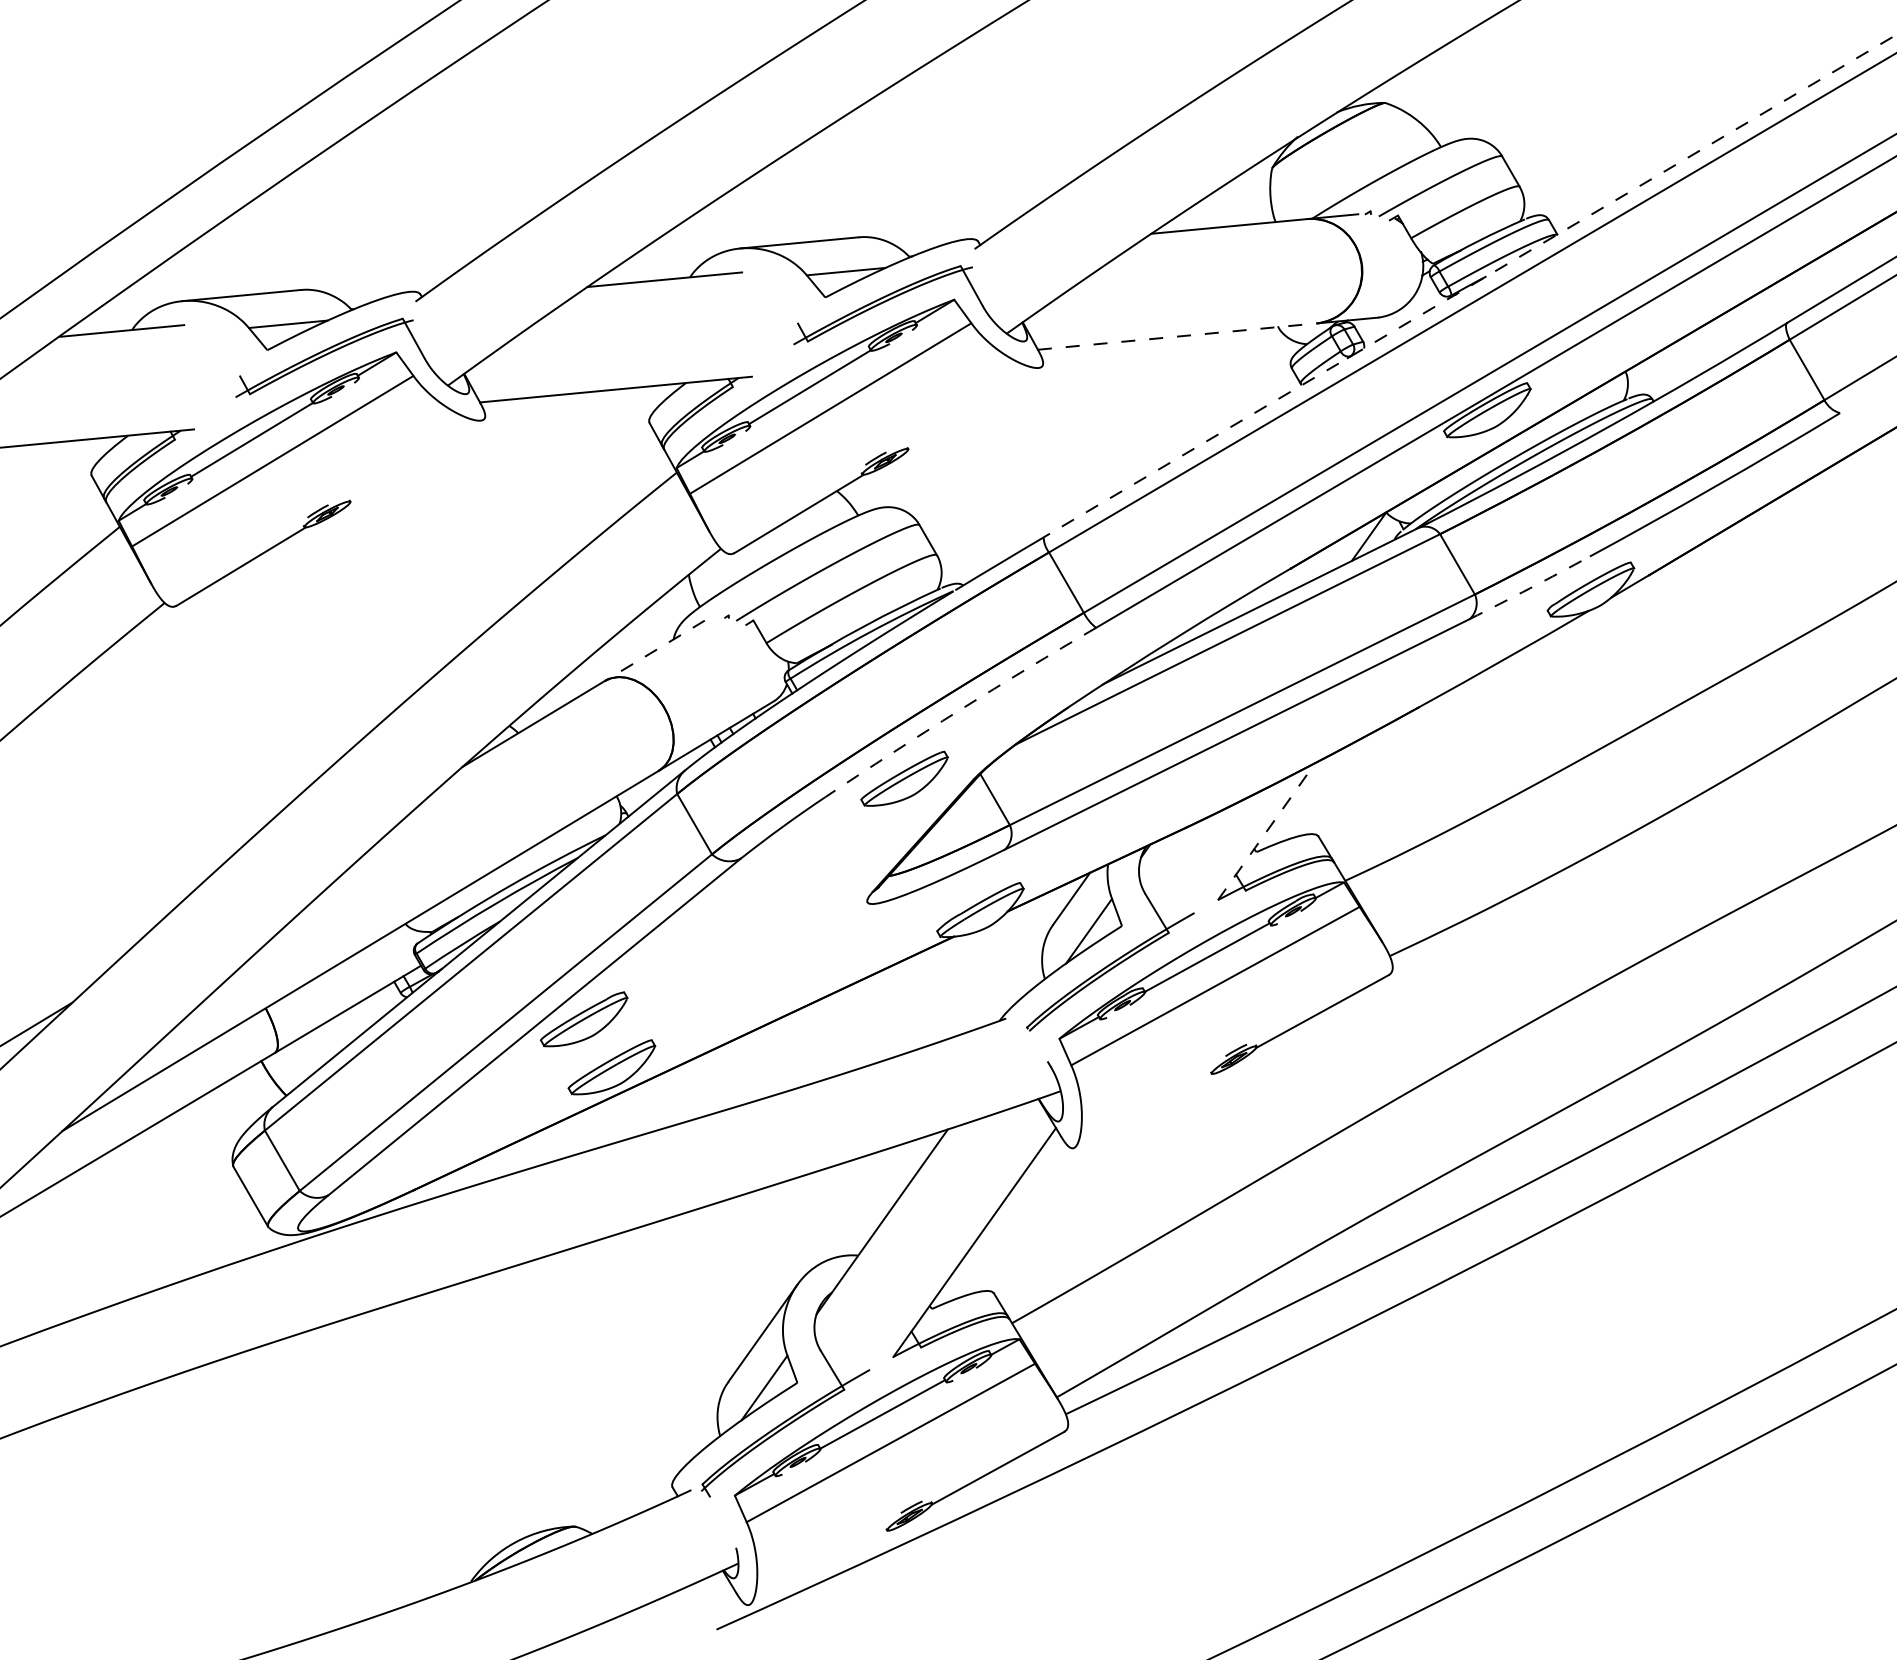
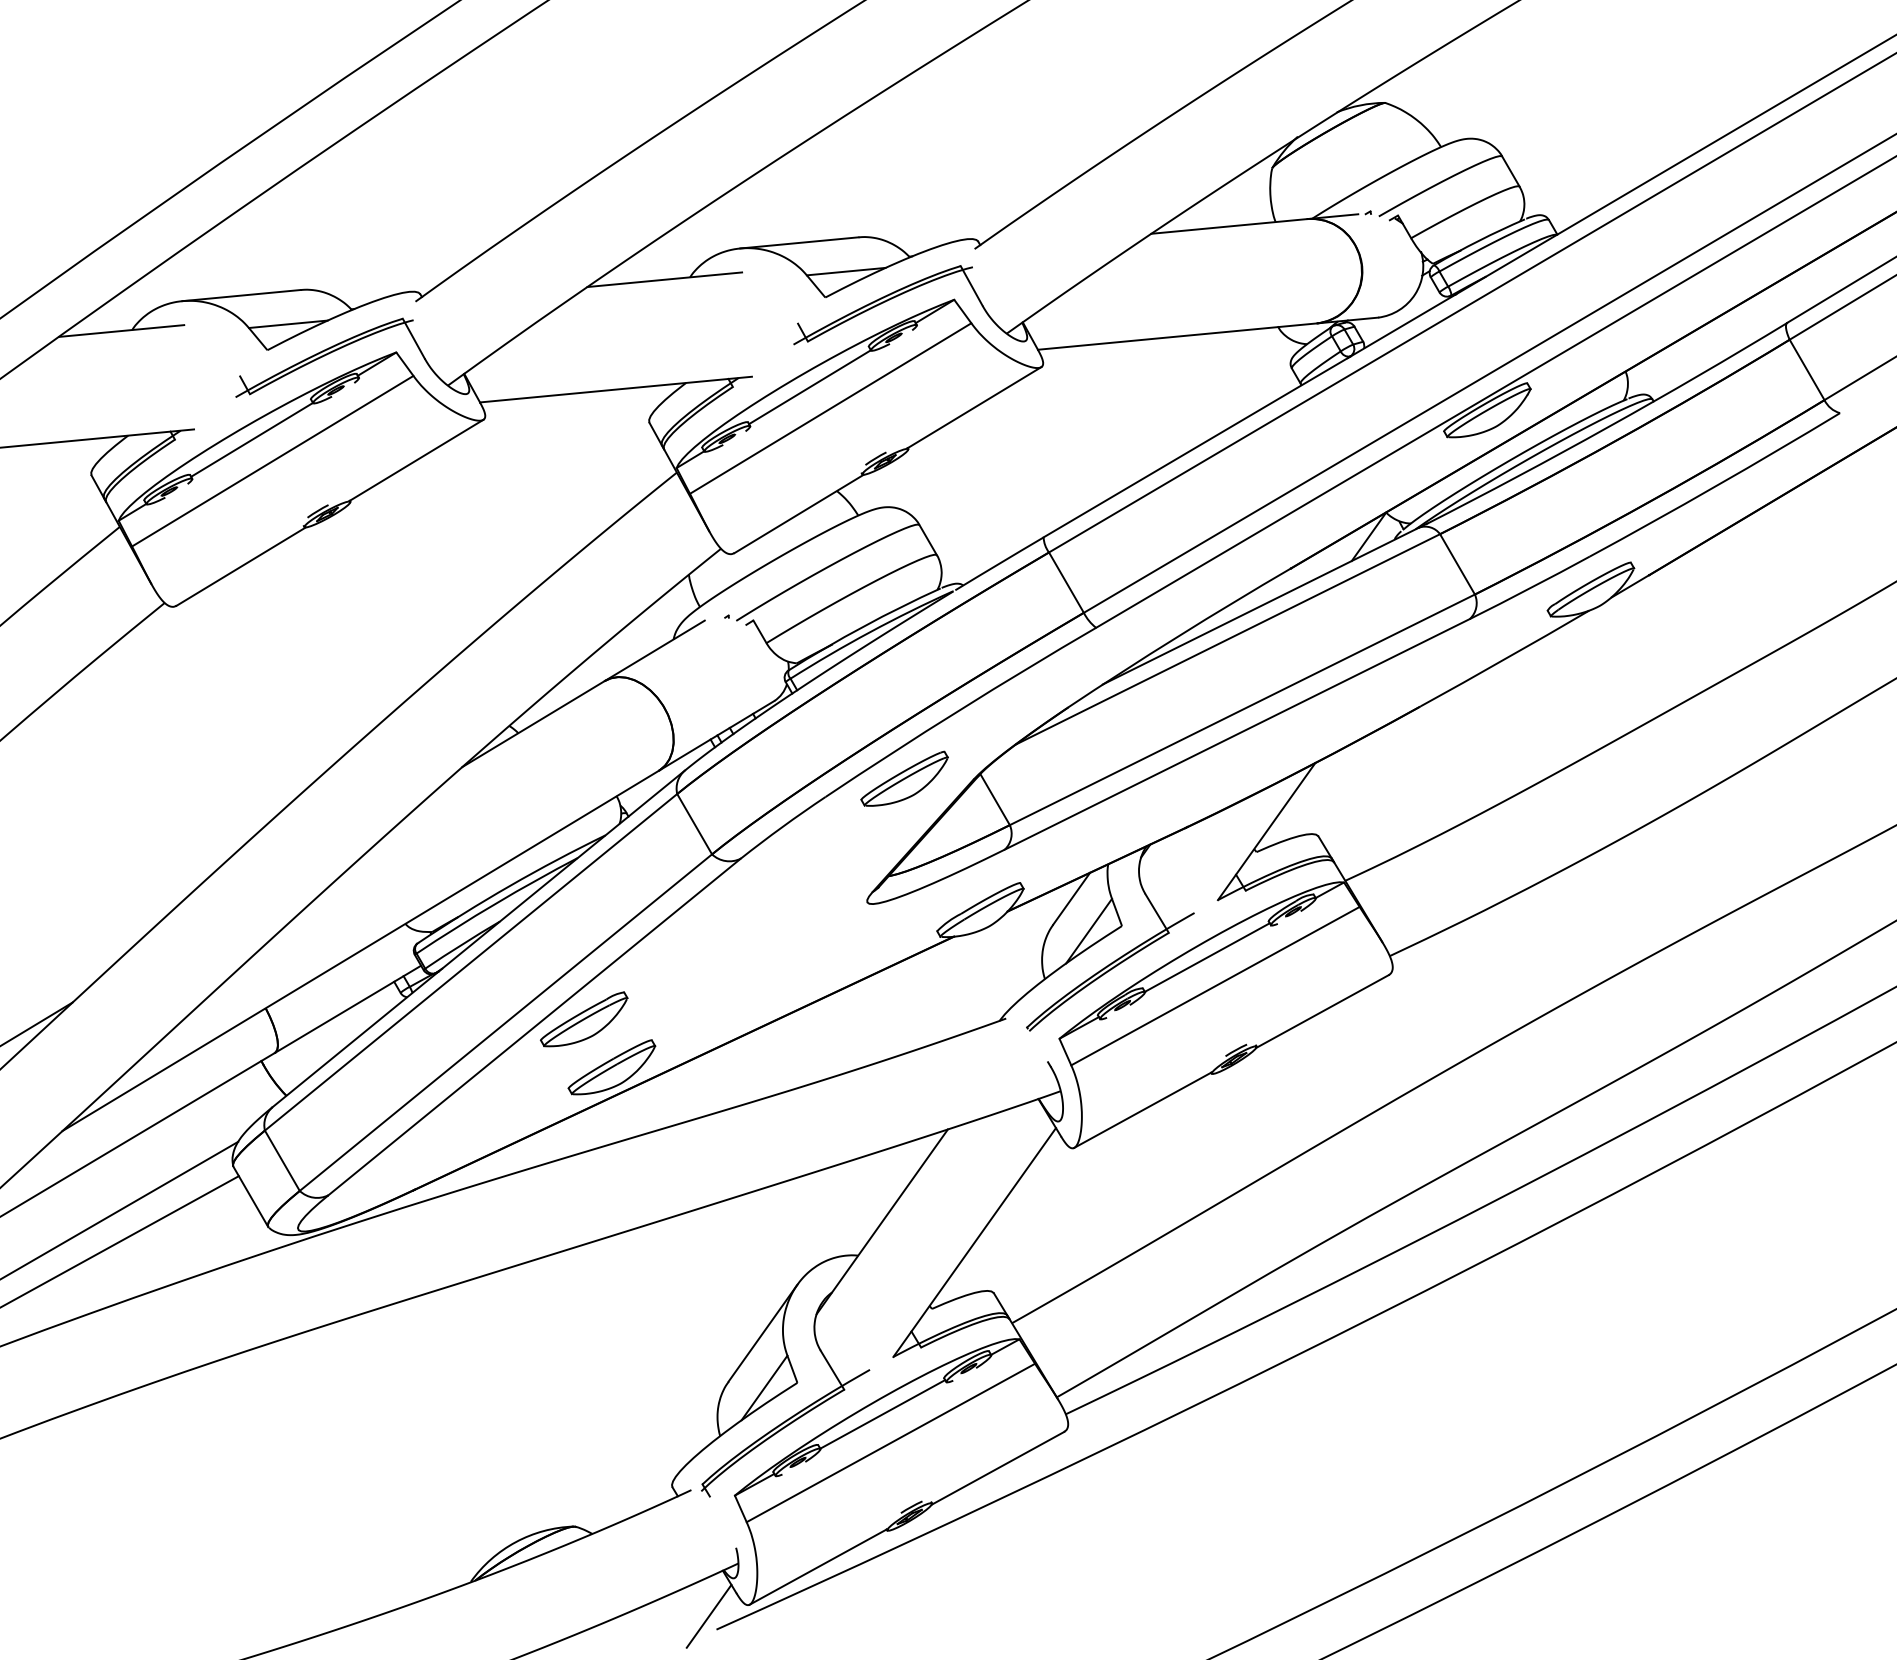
line at (1469, 286): dashed -> solid
line at (1178, 336): dashed -> solid
line at (974, 407): none -> present
line at (416, 459): none -> present
arc at (1530, 588): dashed -> solid
line at (654, 651): dashed -> solid
arc at (959, 710): dashed -> solid
line at (1266, 831): dashed -> solid
line at (1142, 1109): none -> present
line at (120, 1209): none -> present
line at (120, 1241): none -> present
line at (817, 1566): none -> present
line at (708, 1615): none -> present
